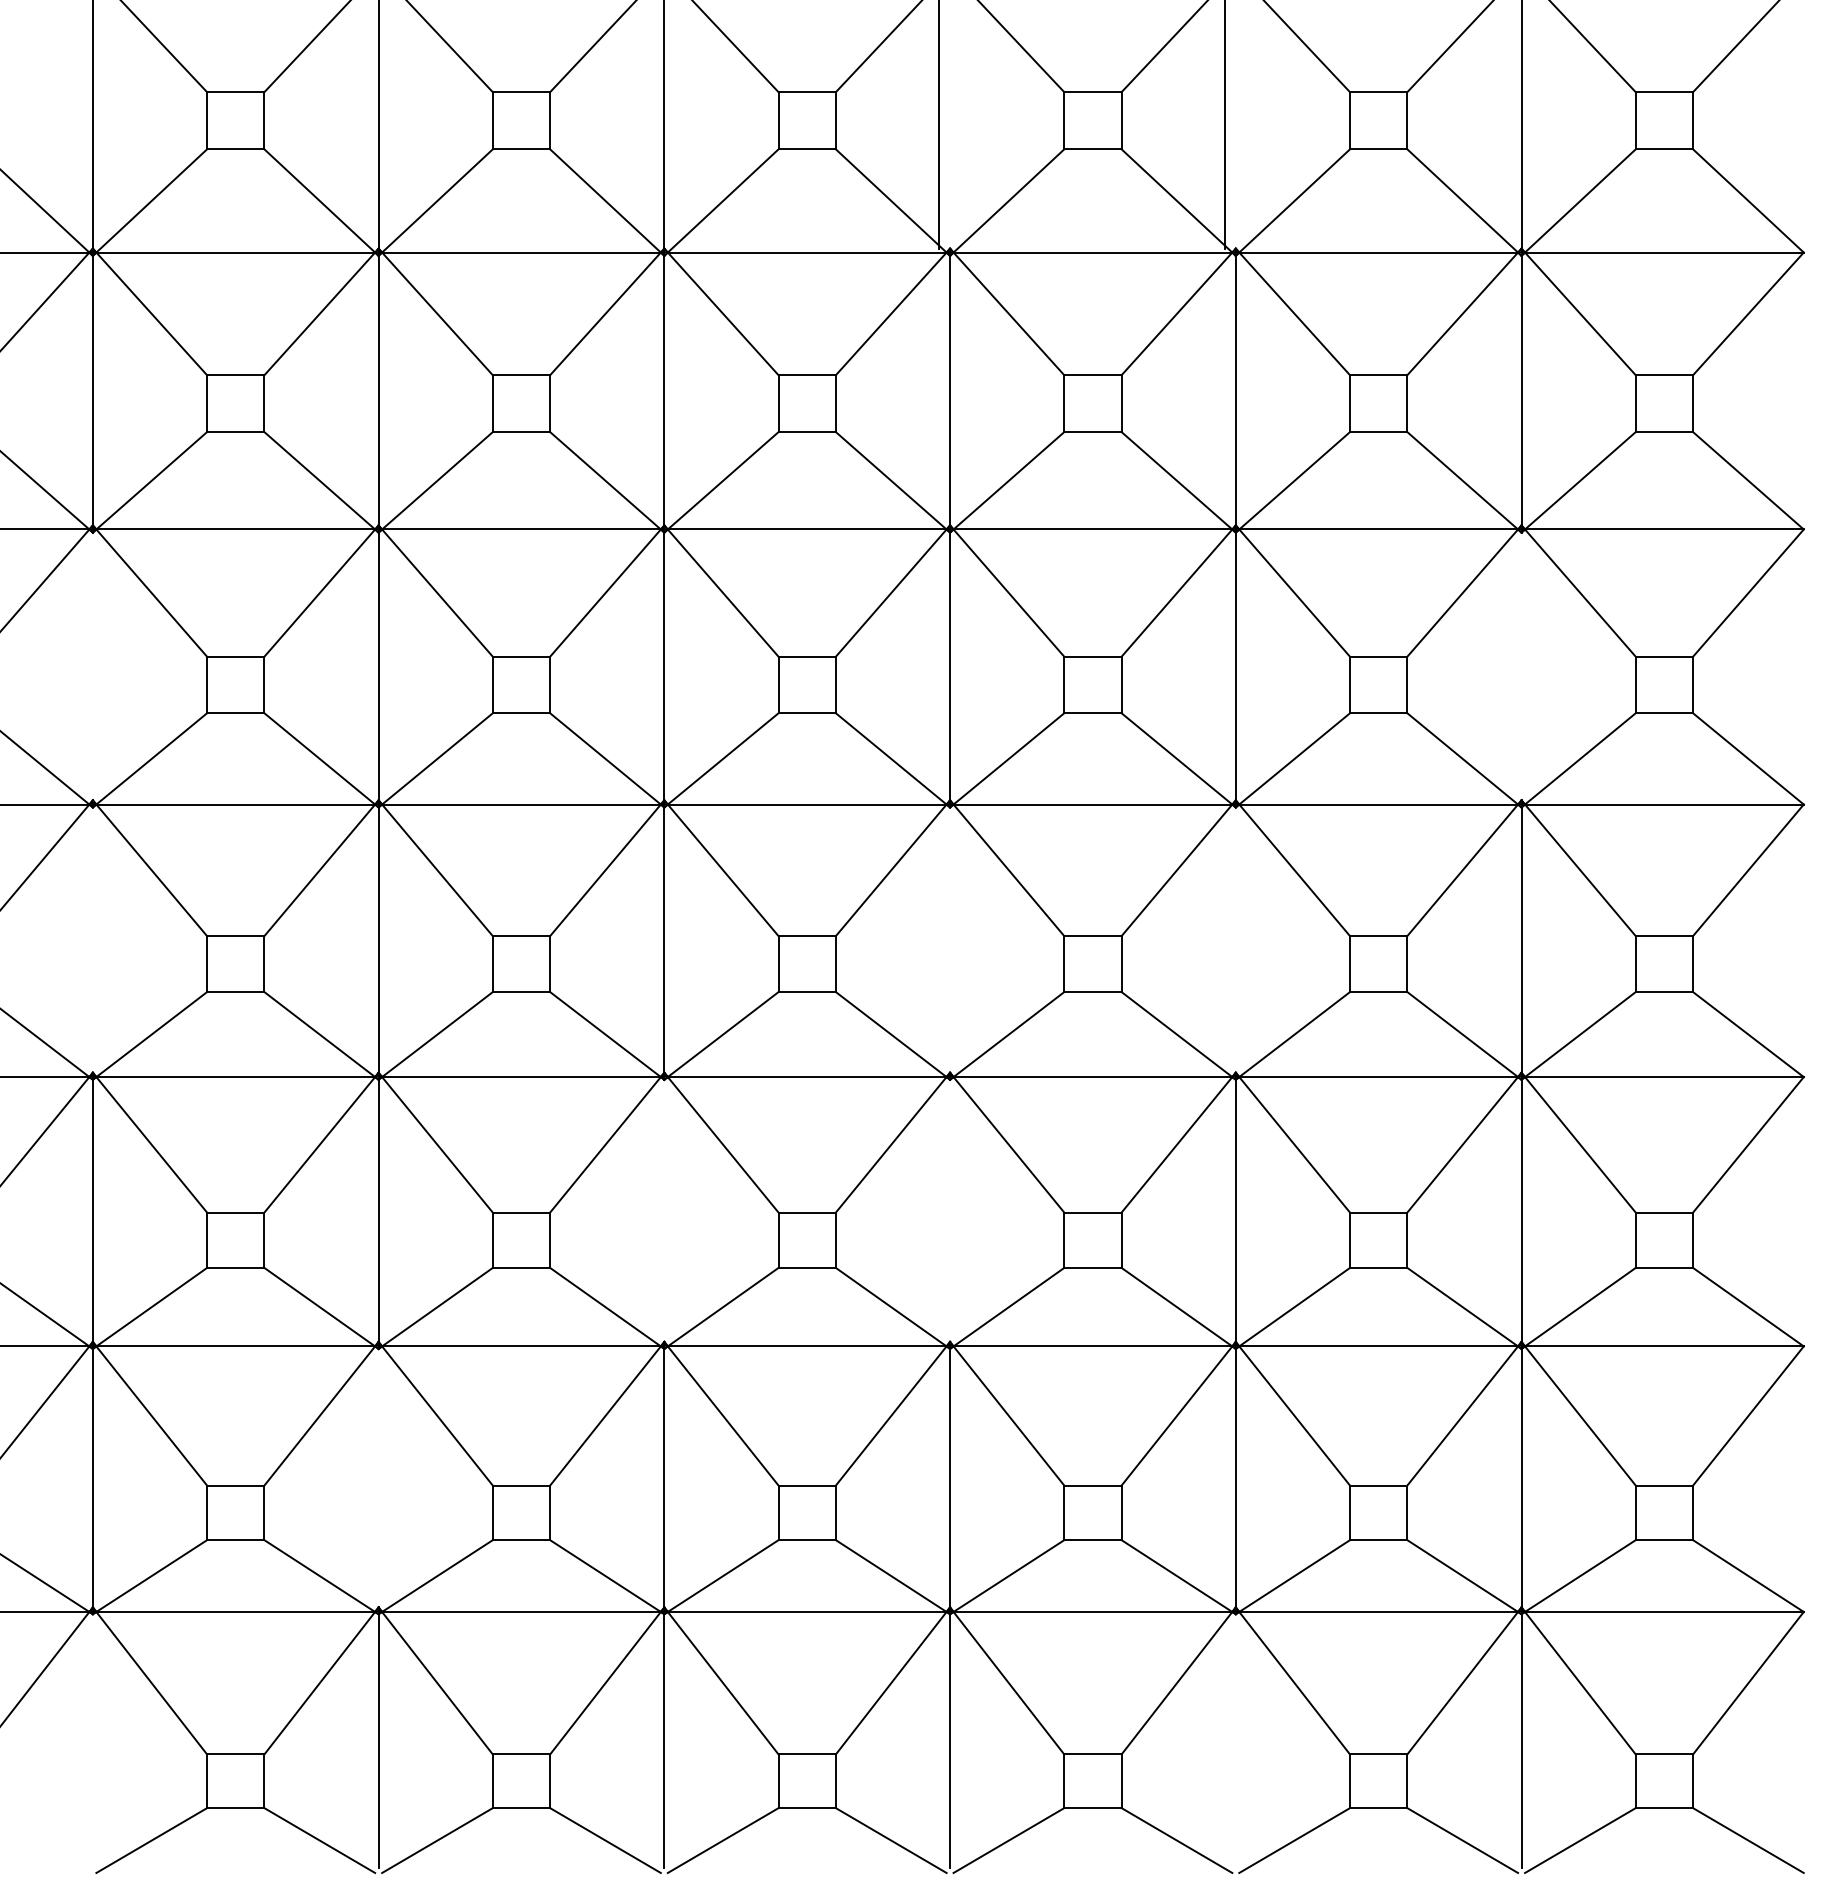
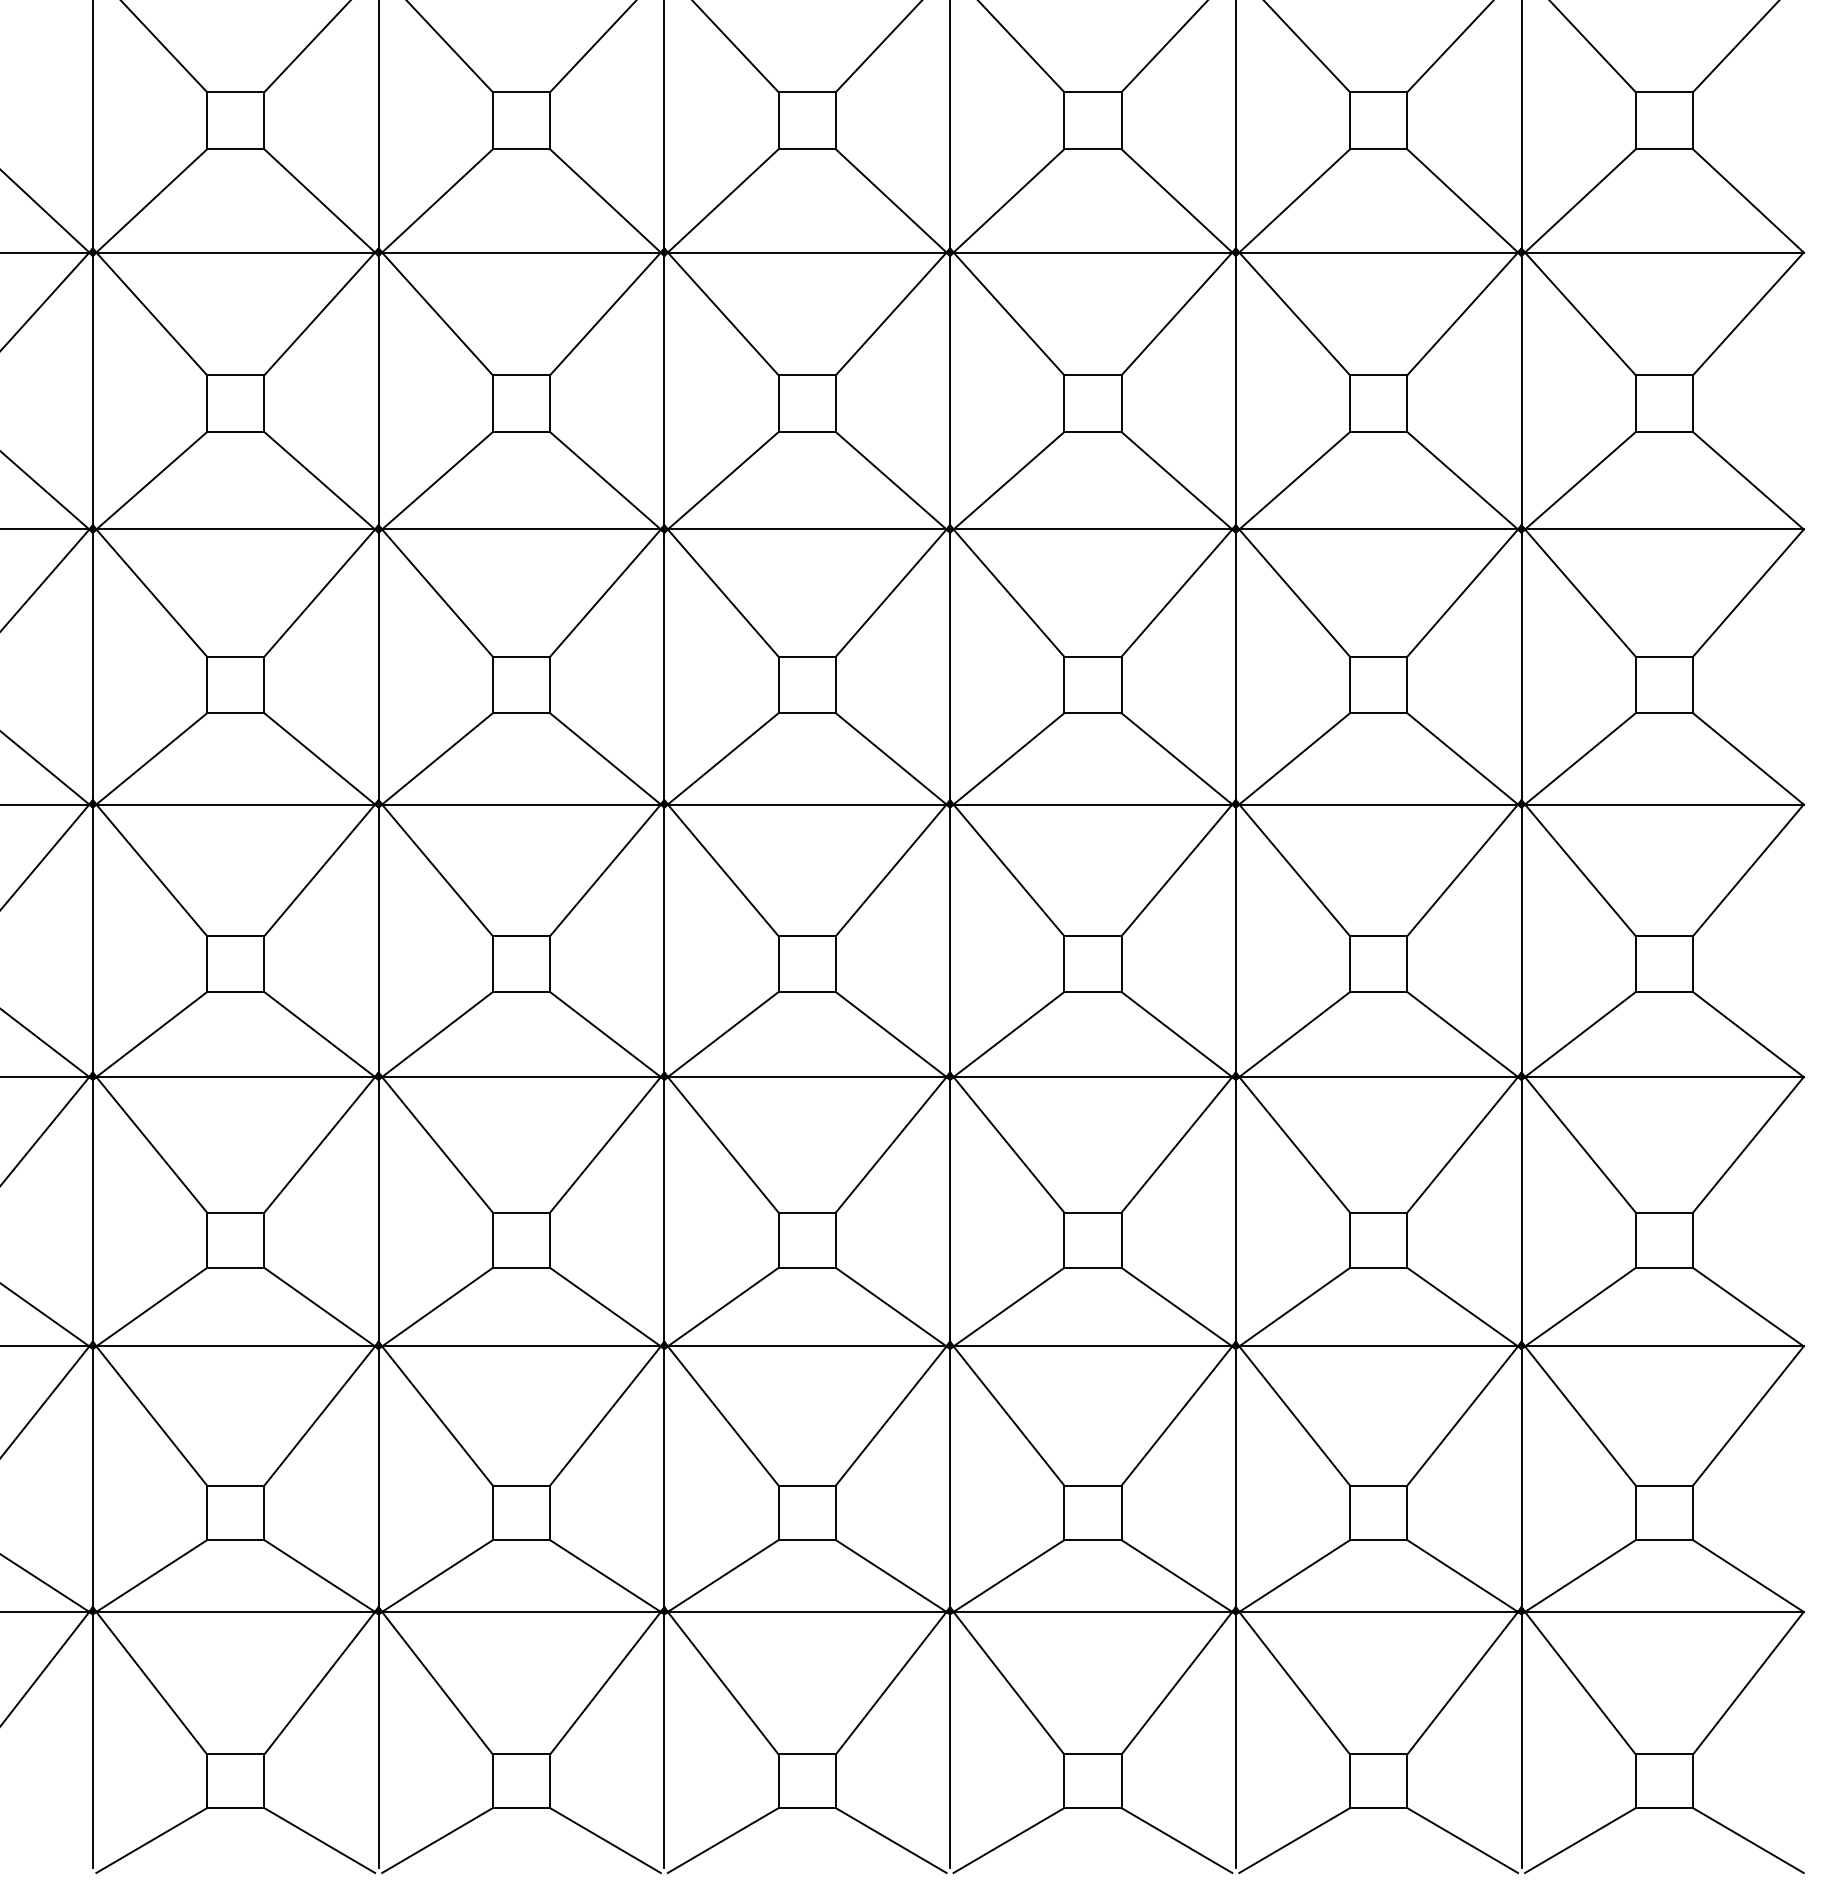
line at (939, 125) position: (939, 125) -> (950, 125)
line at (1224, 125) position: (1224, 125) -> (1235, 125)
line at (92, 666): none -> present
line at (1521, 666): none -> present
line at (92, 939): none -> present
line at (950, 939): none -> present
line at (1235, 939): none -> present
line at (664, 1210): none -> present
line at (950, 1210): none -> present
line at (378, 1478): none -> present
line at (92, 1741): none -> present
line at (1235, 1741): none -> present
